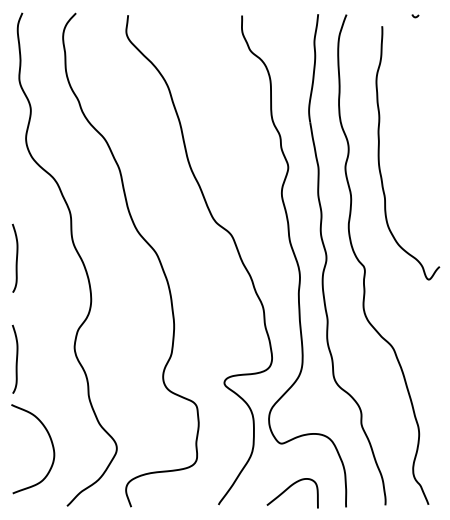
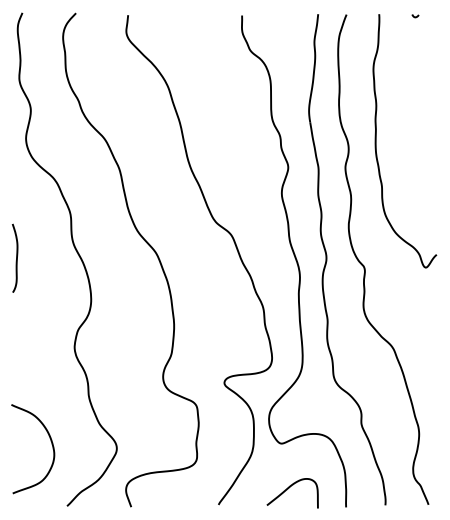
curve at (379, 153) position: (379, 153) -> (376, 141)
curve at (16, 358): present -> none
